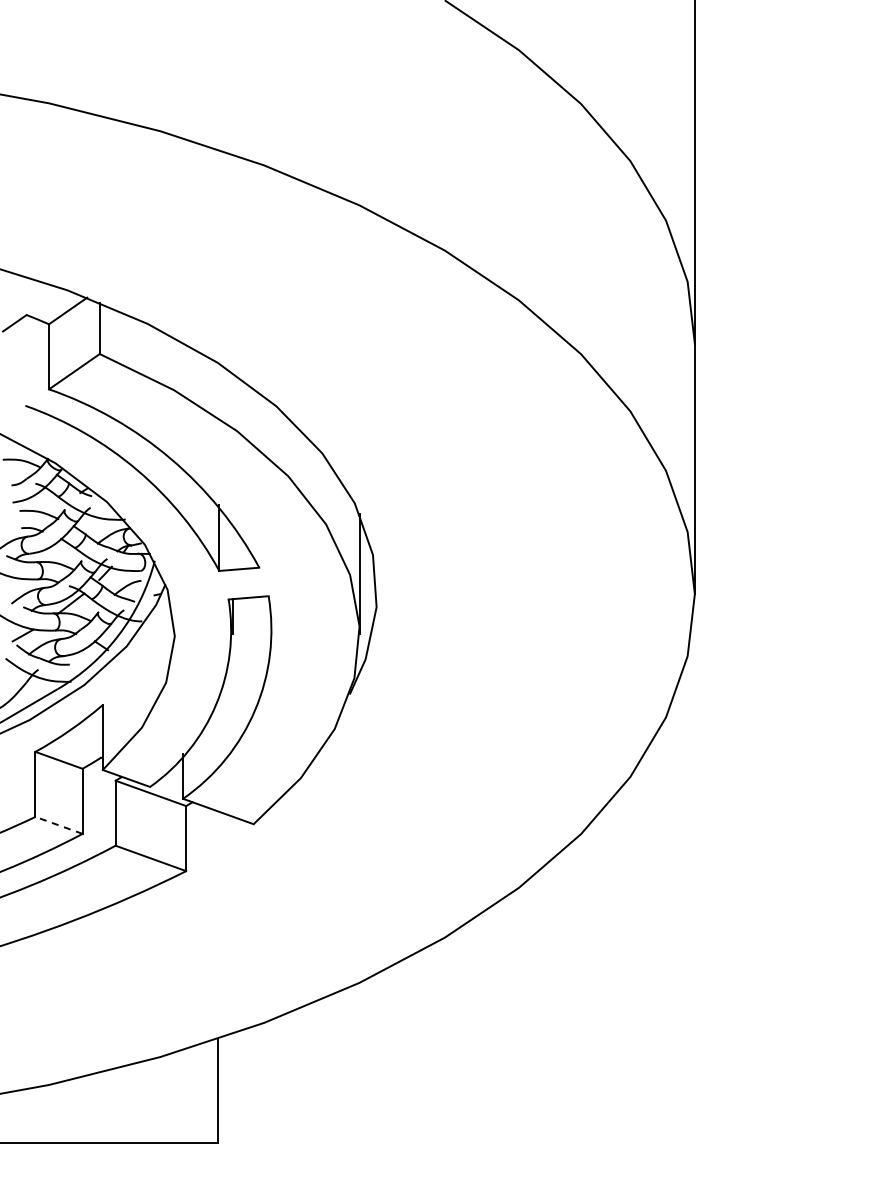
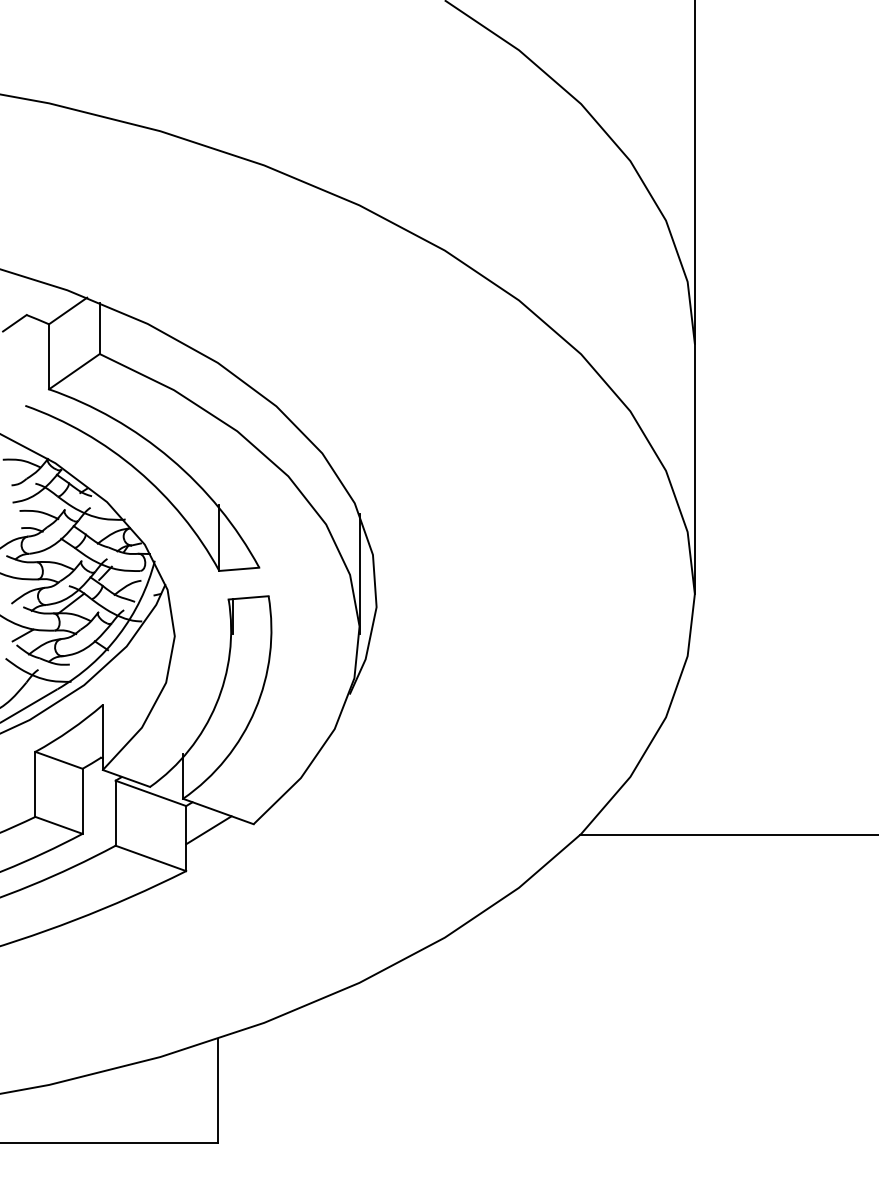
line at (58, 825): dashed -> solid
line at (208, 830): none -> present
line at (727, 835): none -> present
